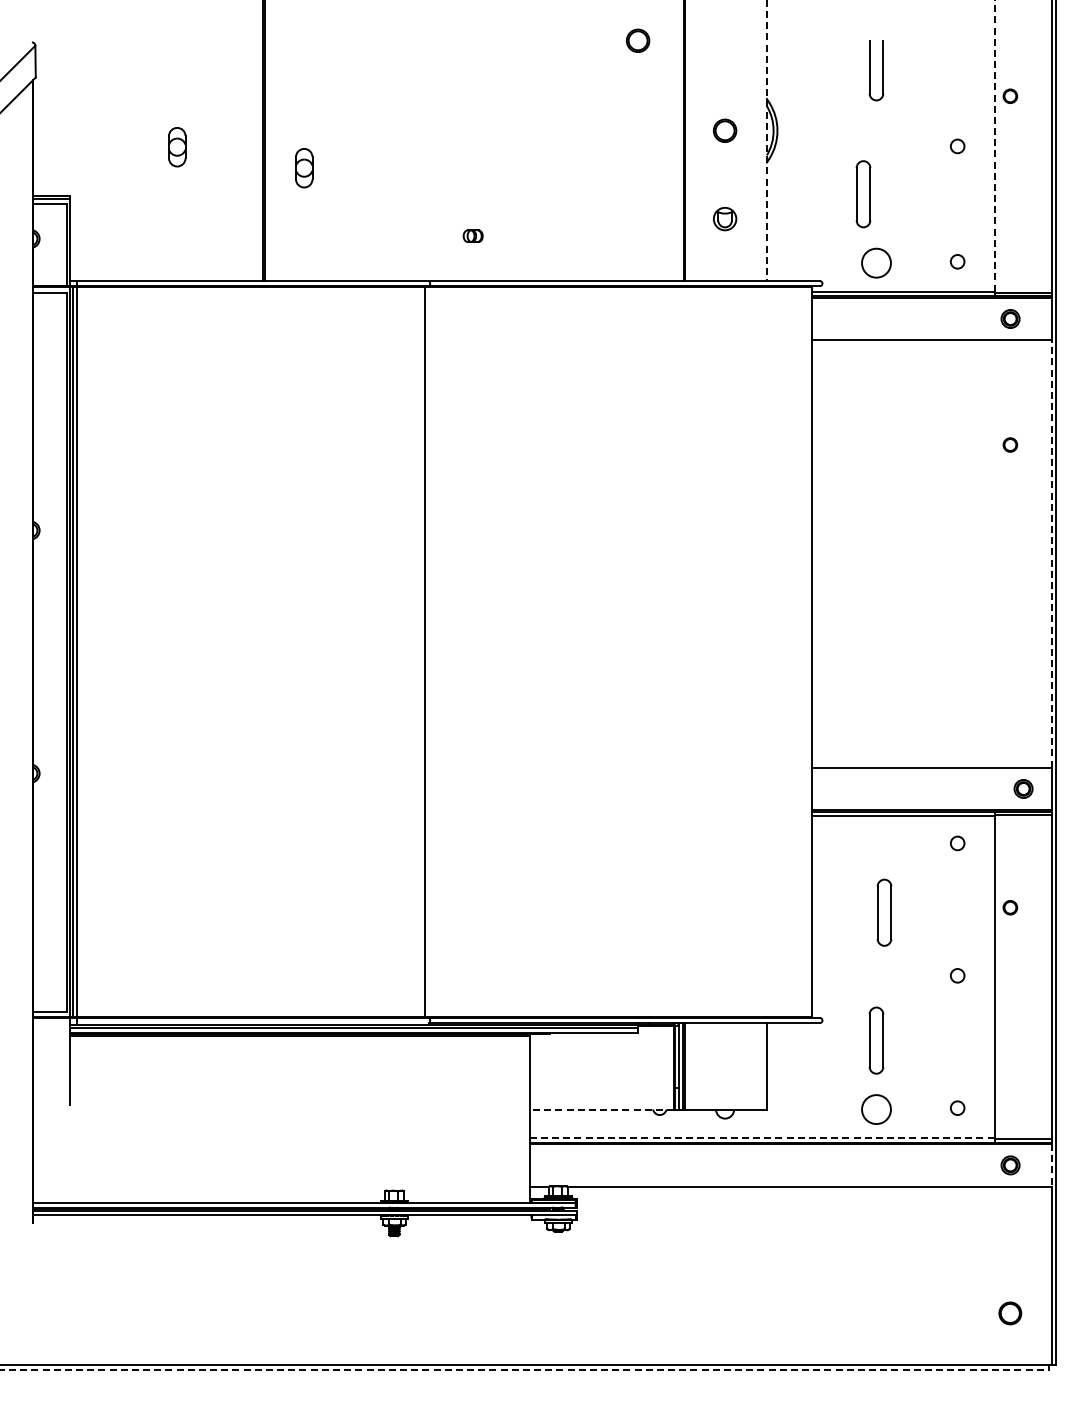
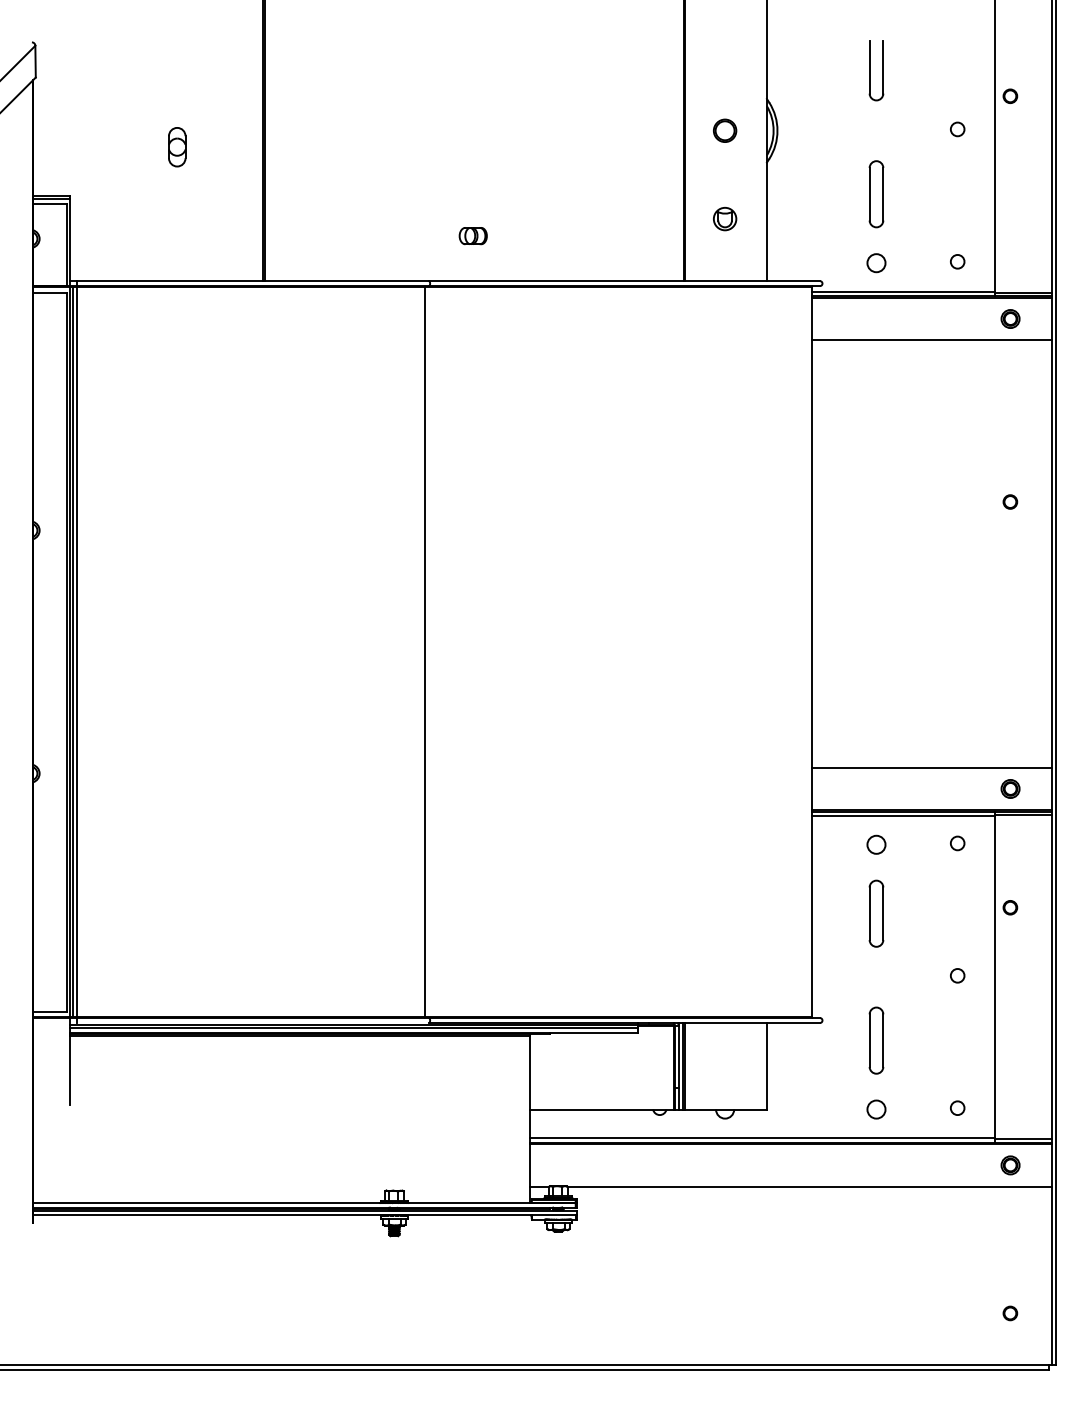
part at (638, 40): present -> none
line at (766, 141): dashed -> solid
line at (995, 145): dashed -> solid
circle at (957, 146) position: (957, 146) -> (957, 129)
part at (304, 168): present -> none
part at (863, 194) position: (863, 194) -> (876, 194)
part at (472, 235) size: 22x14 px -> 30x19 px
circle at (876, 262) diameter: 29 px -> 18 px
part at (1010, 444) position: (1010, 444) -> (1010, 501)
line at (1051, 554): dashed -> solid
part at (1023, 788) position: (1023, 788) -> (1010, 788)
circle at (876, 844): none -> present
part at (884, 912) position: (884, 912) -> (876, 913)
line at (601, 1109): dashed -> solid
circle at (876, 1109) diameter: 29 px -> 18 px
line at (762, 1137): dashed -> solid
line at (1051, 1165): dashed -> solid
part at (1010, 1313) size: 25x25 px -> 17x17 px
line at (524, 1369): dashed -> solid
